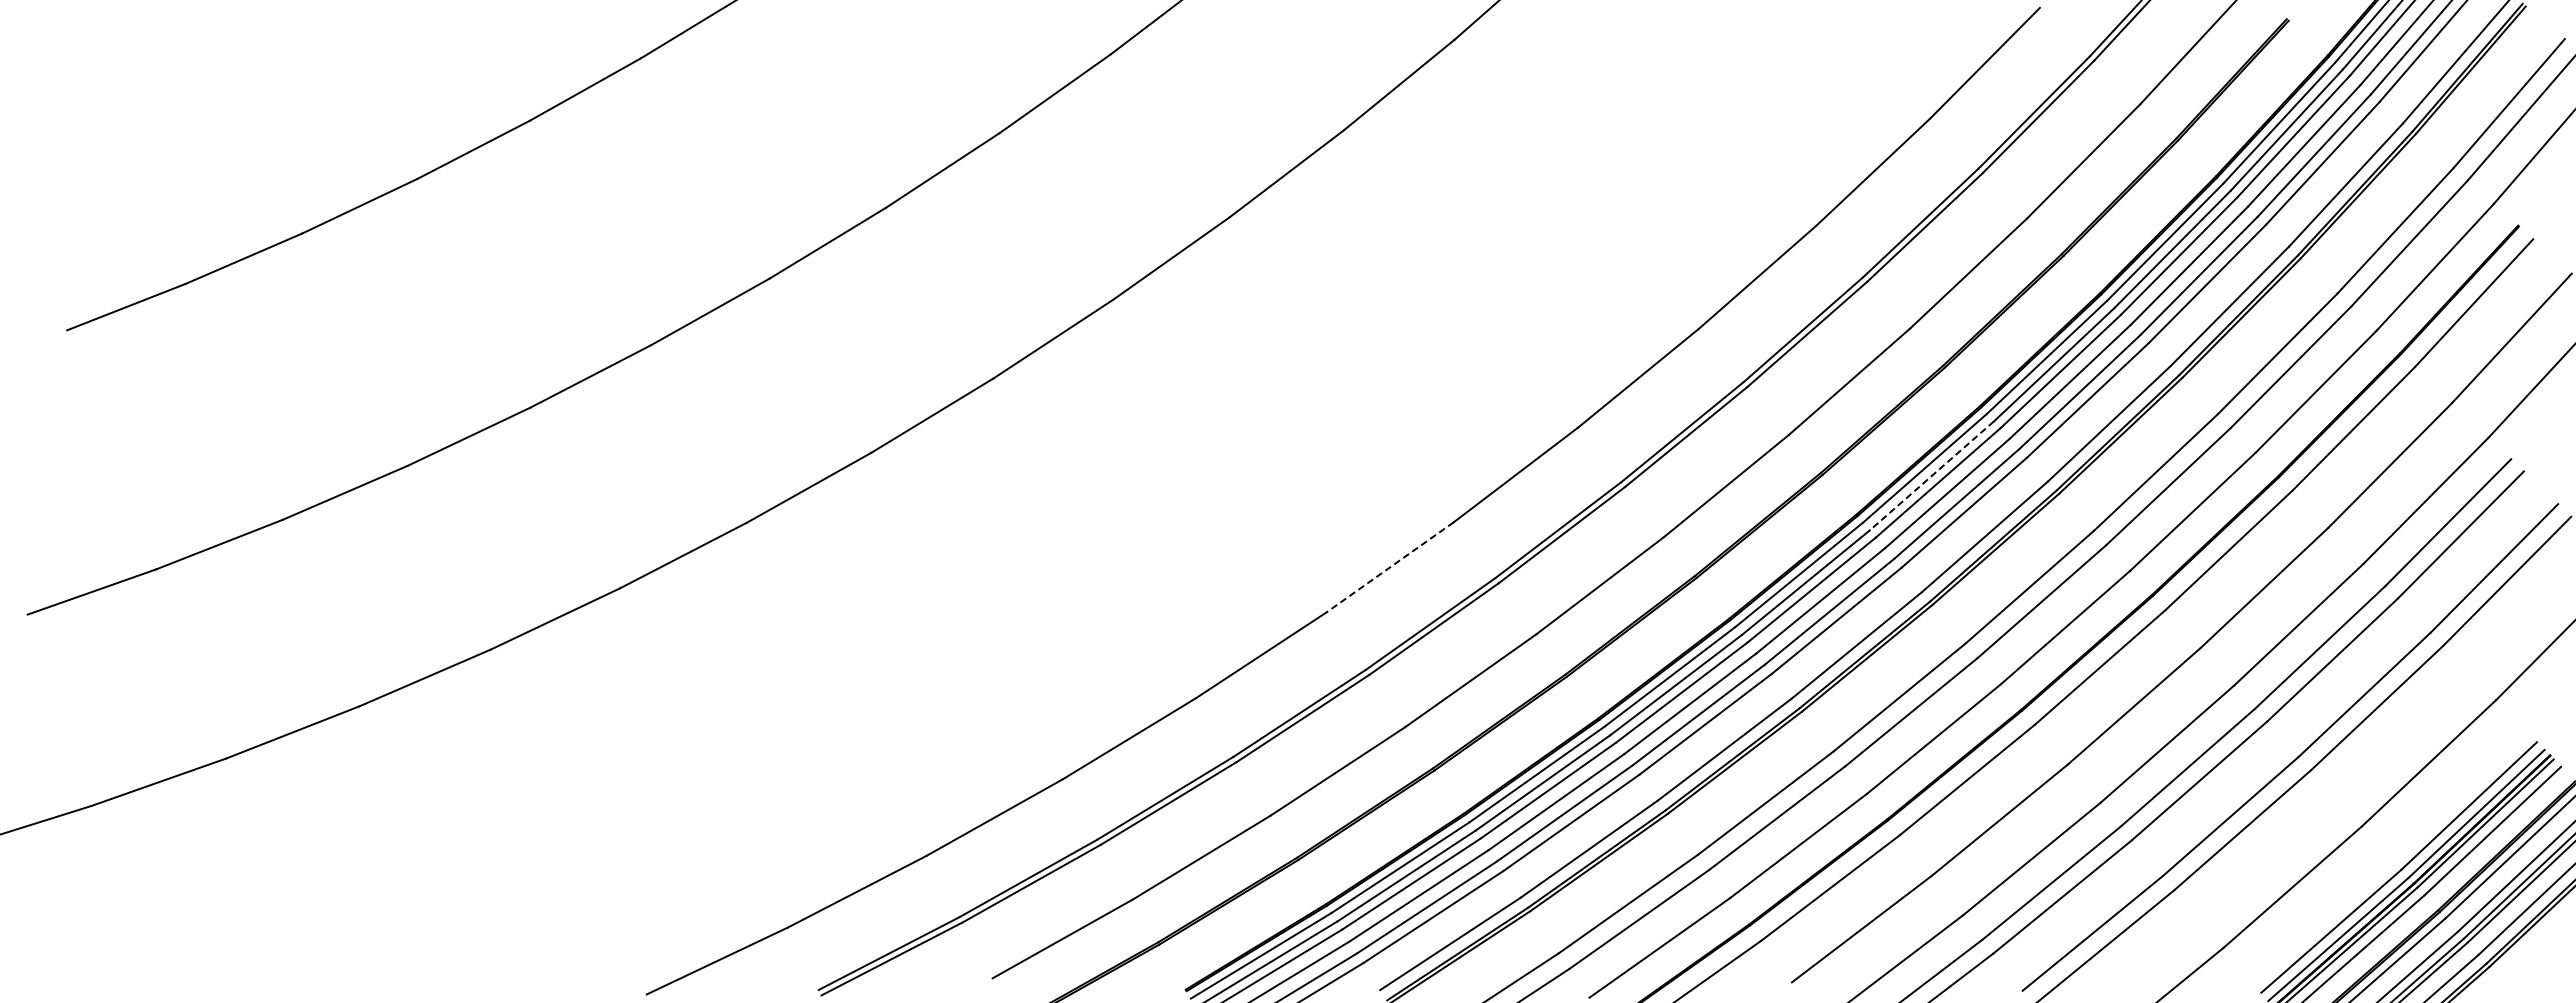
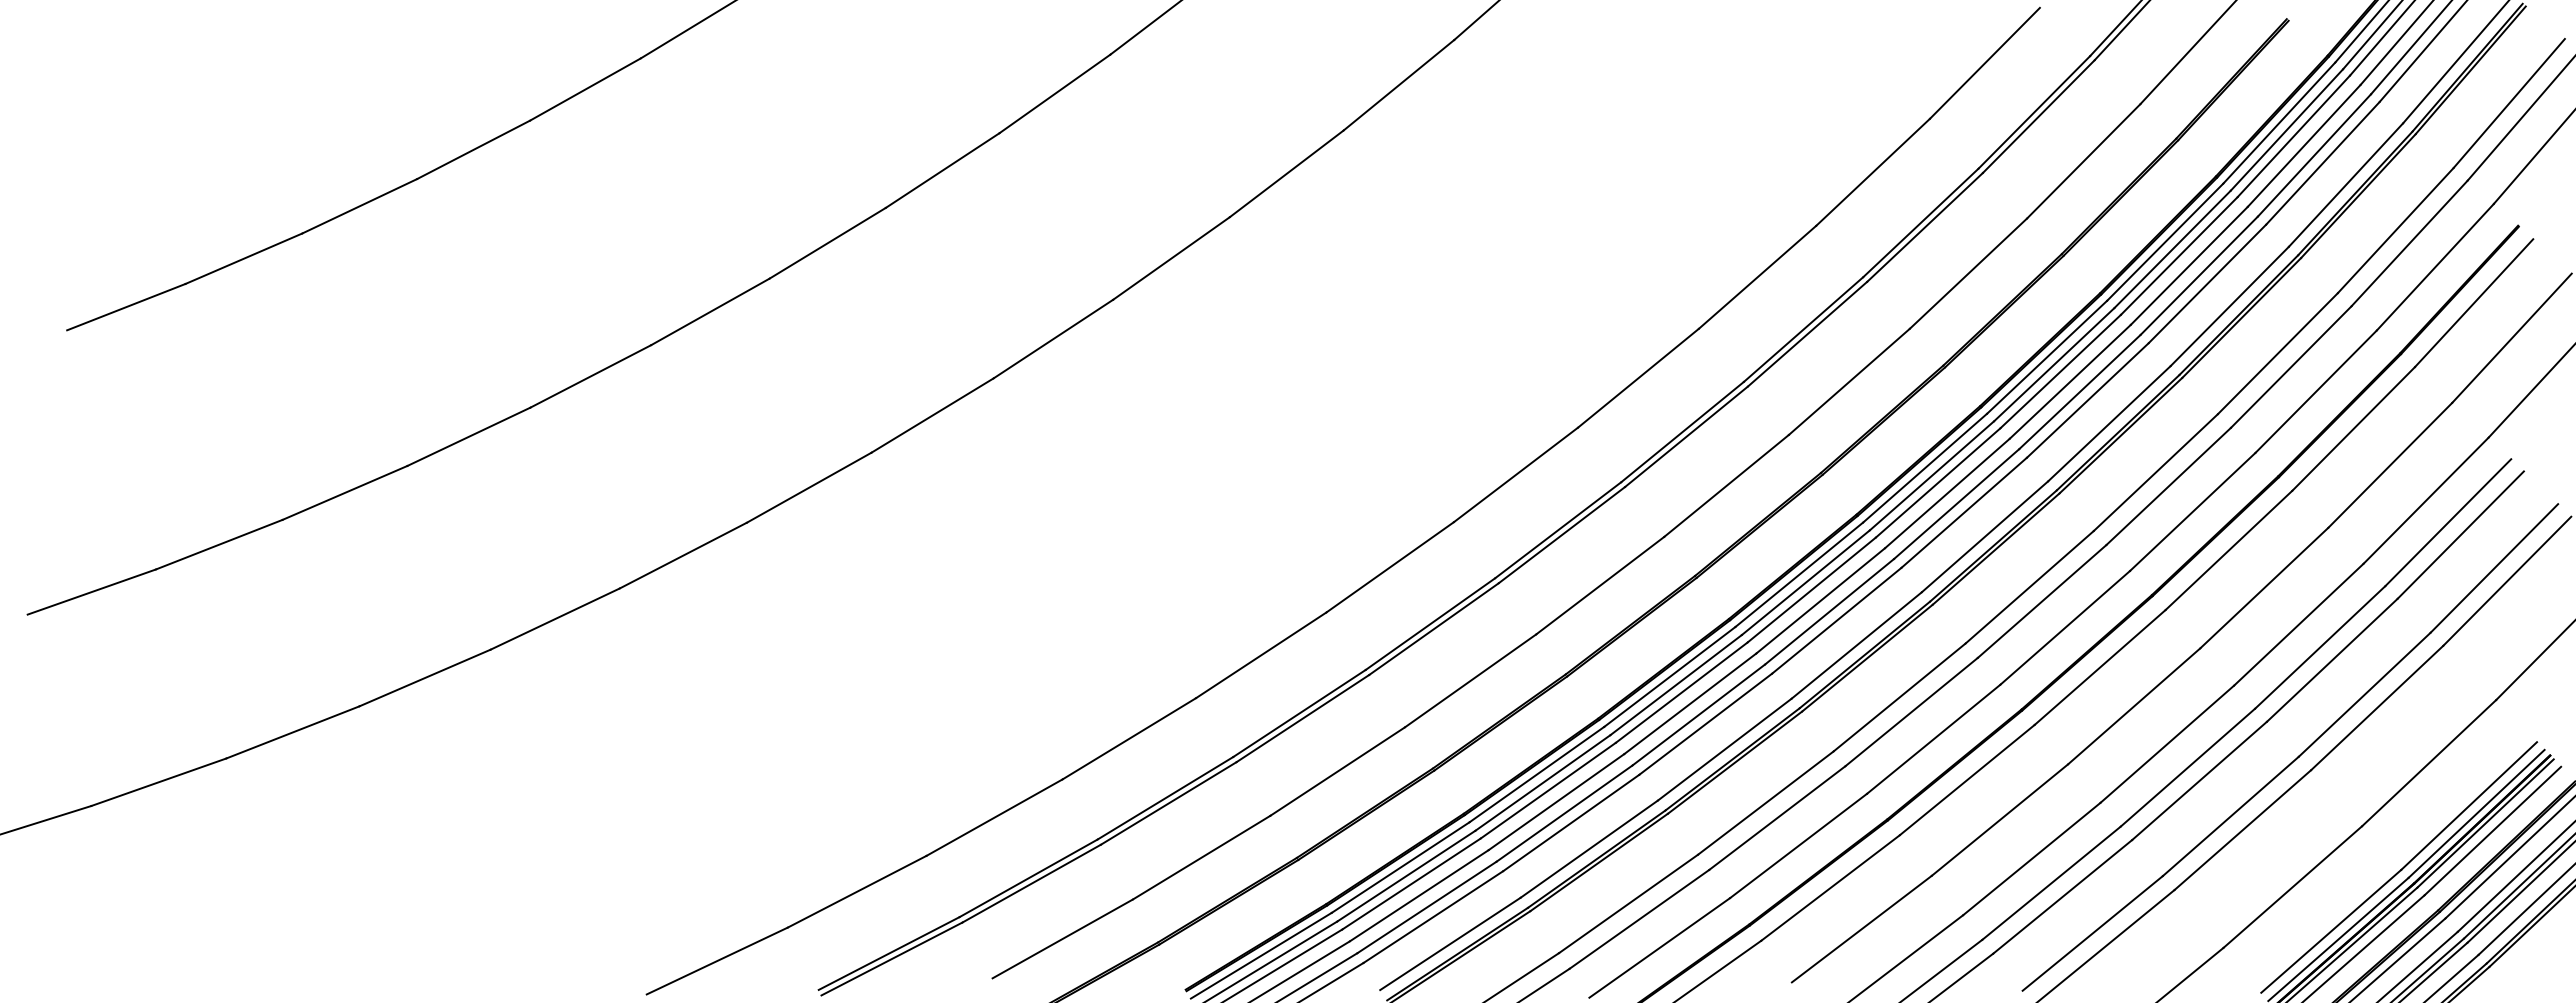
line at (1931, 475): dashed -> solid
line at (1389, 567): dashed -> solid
